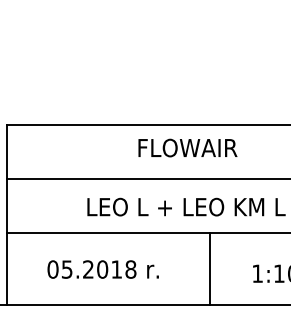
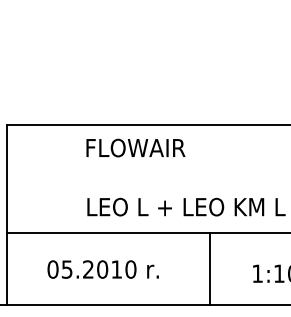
text at (187, 147) position: (187, 147) -> (135, 147)
line at (146, 179): present -> none
text at (130, 269): 05.2018 -> 05.2010
